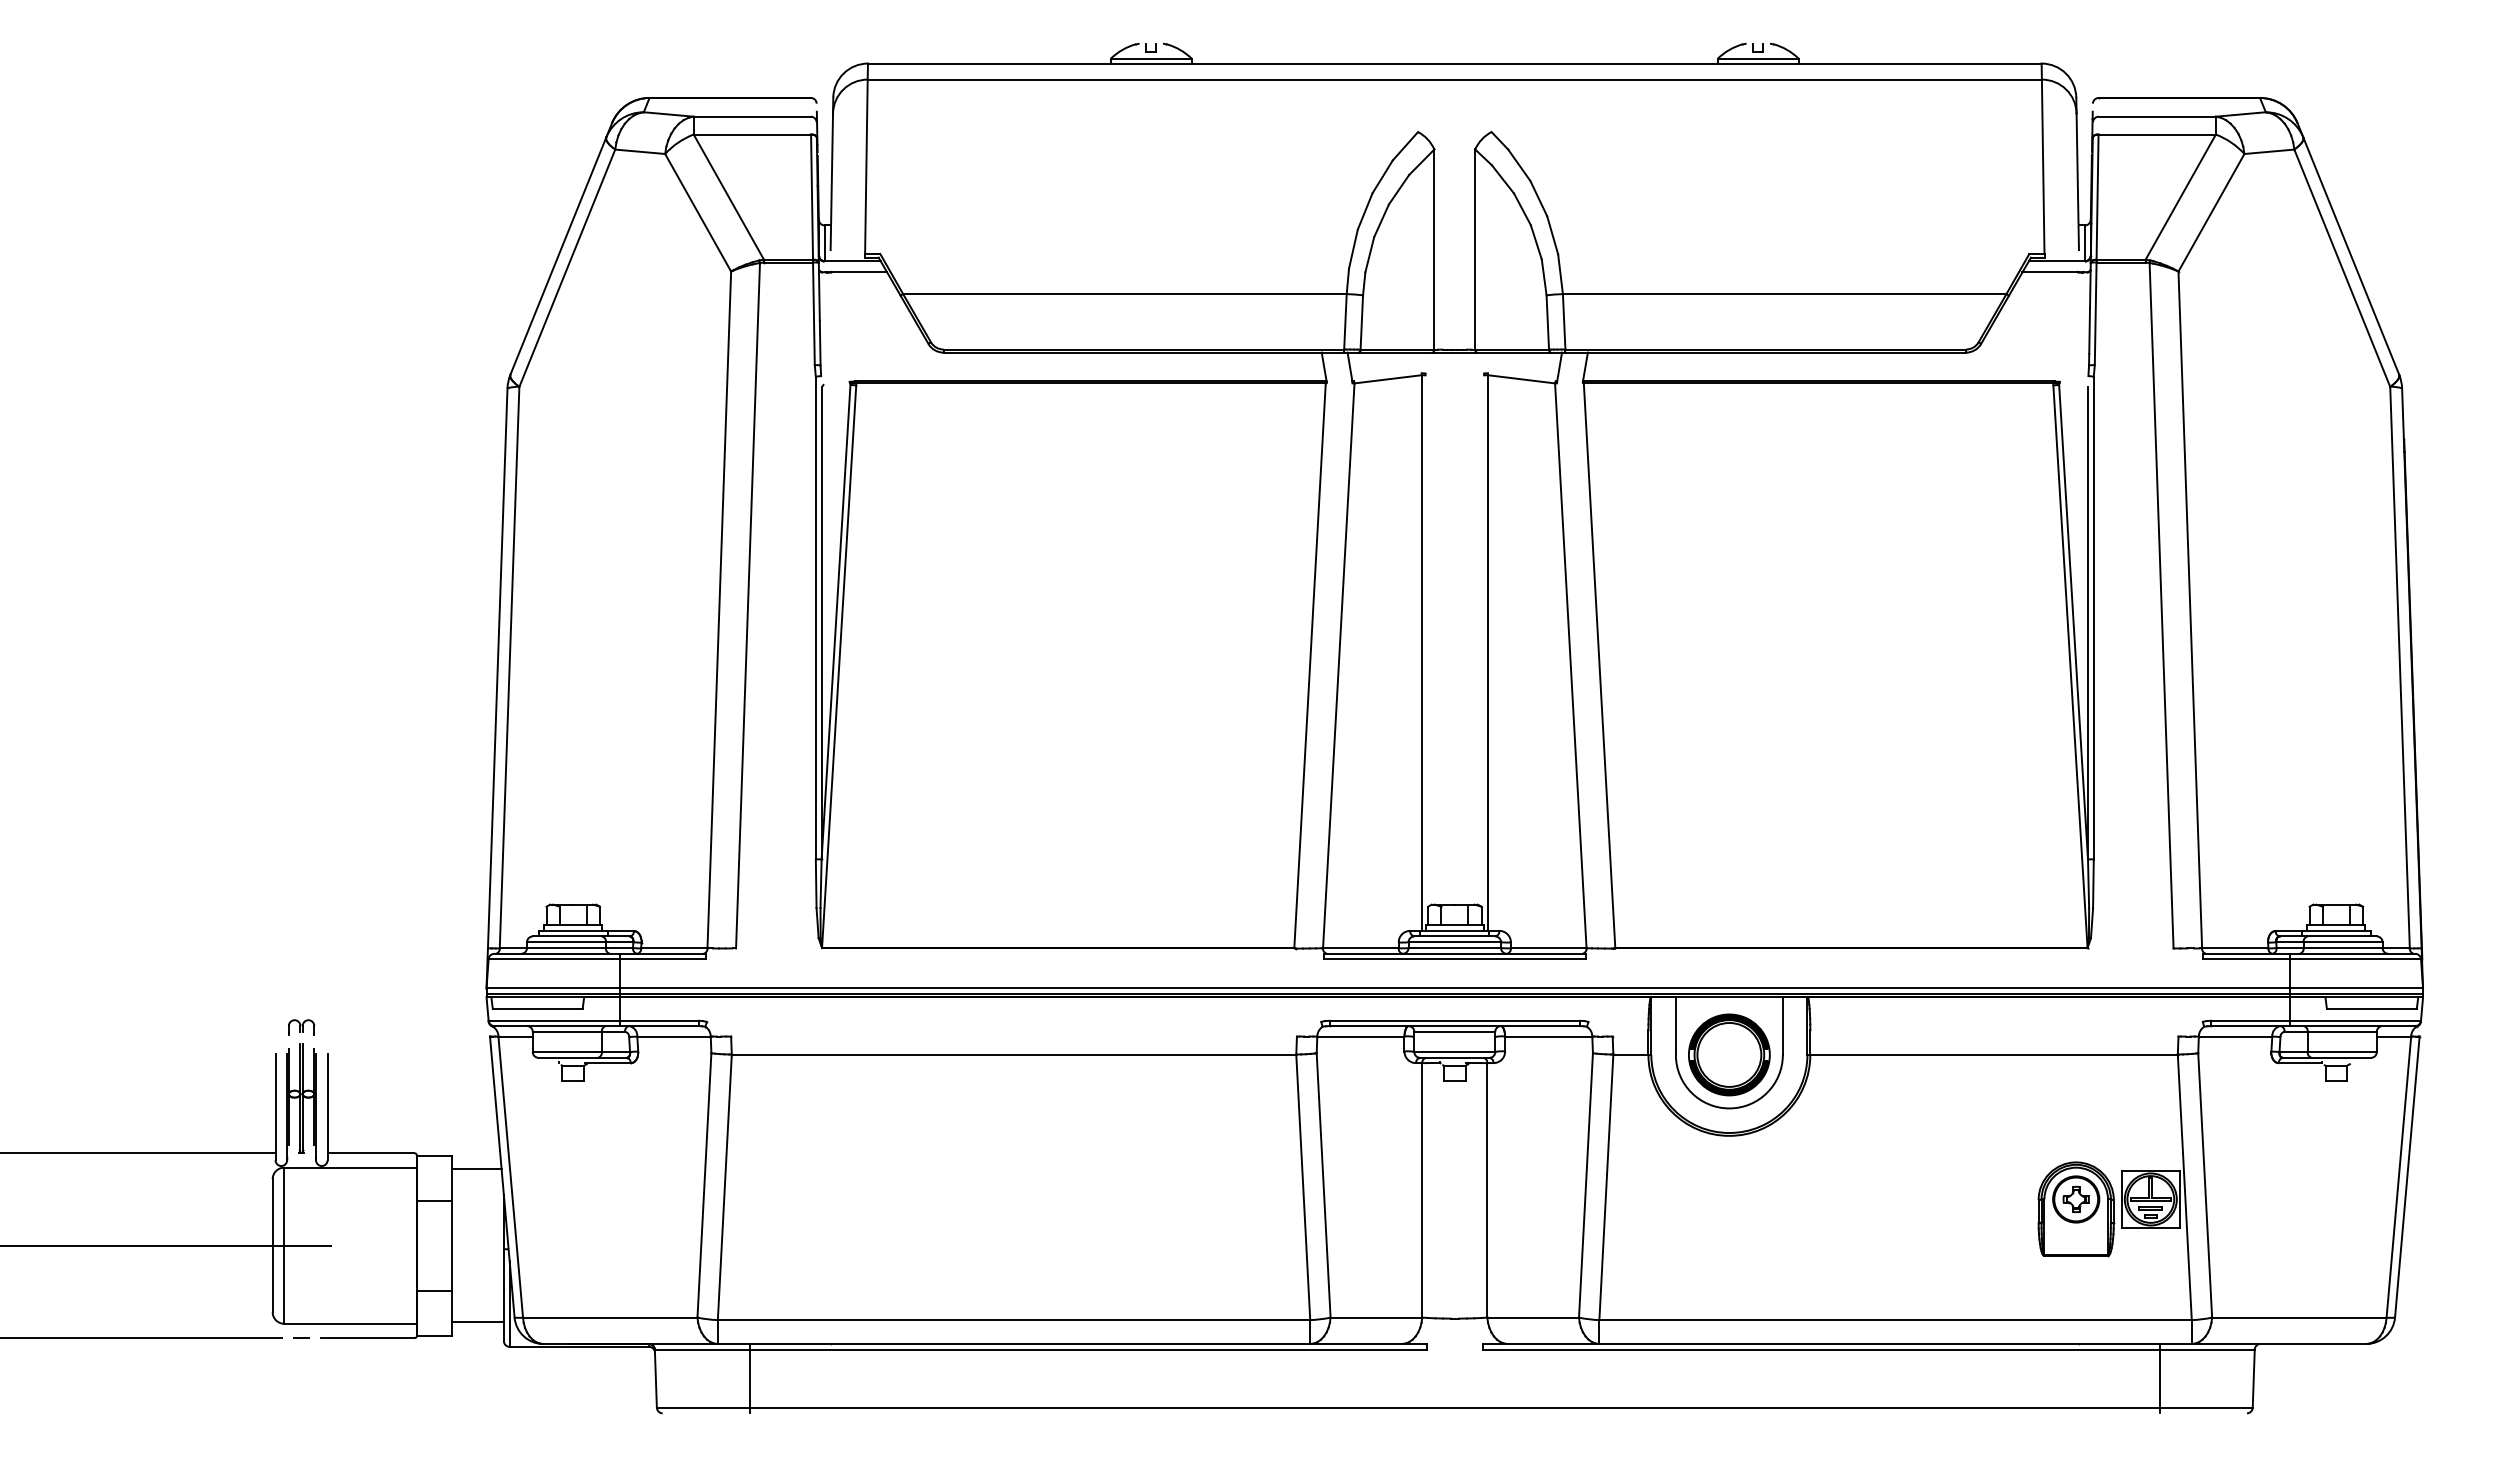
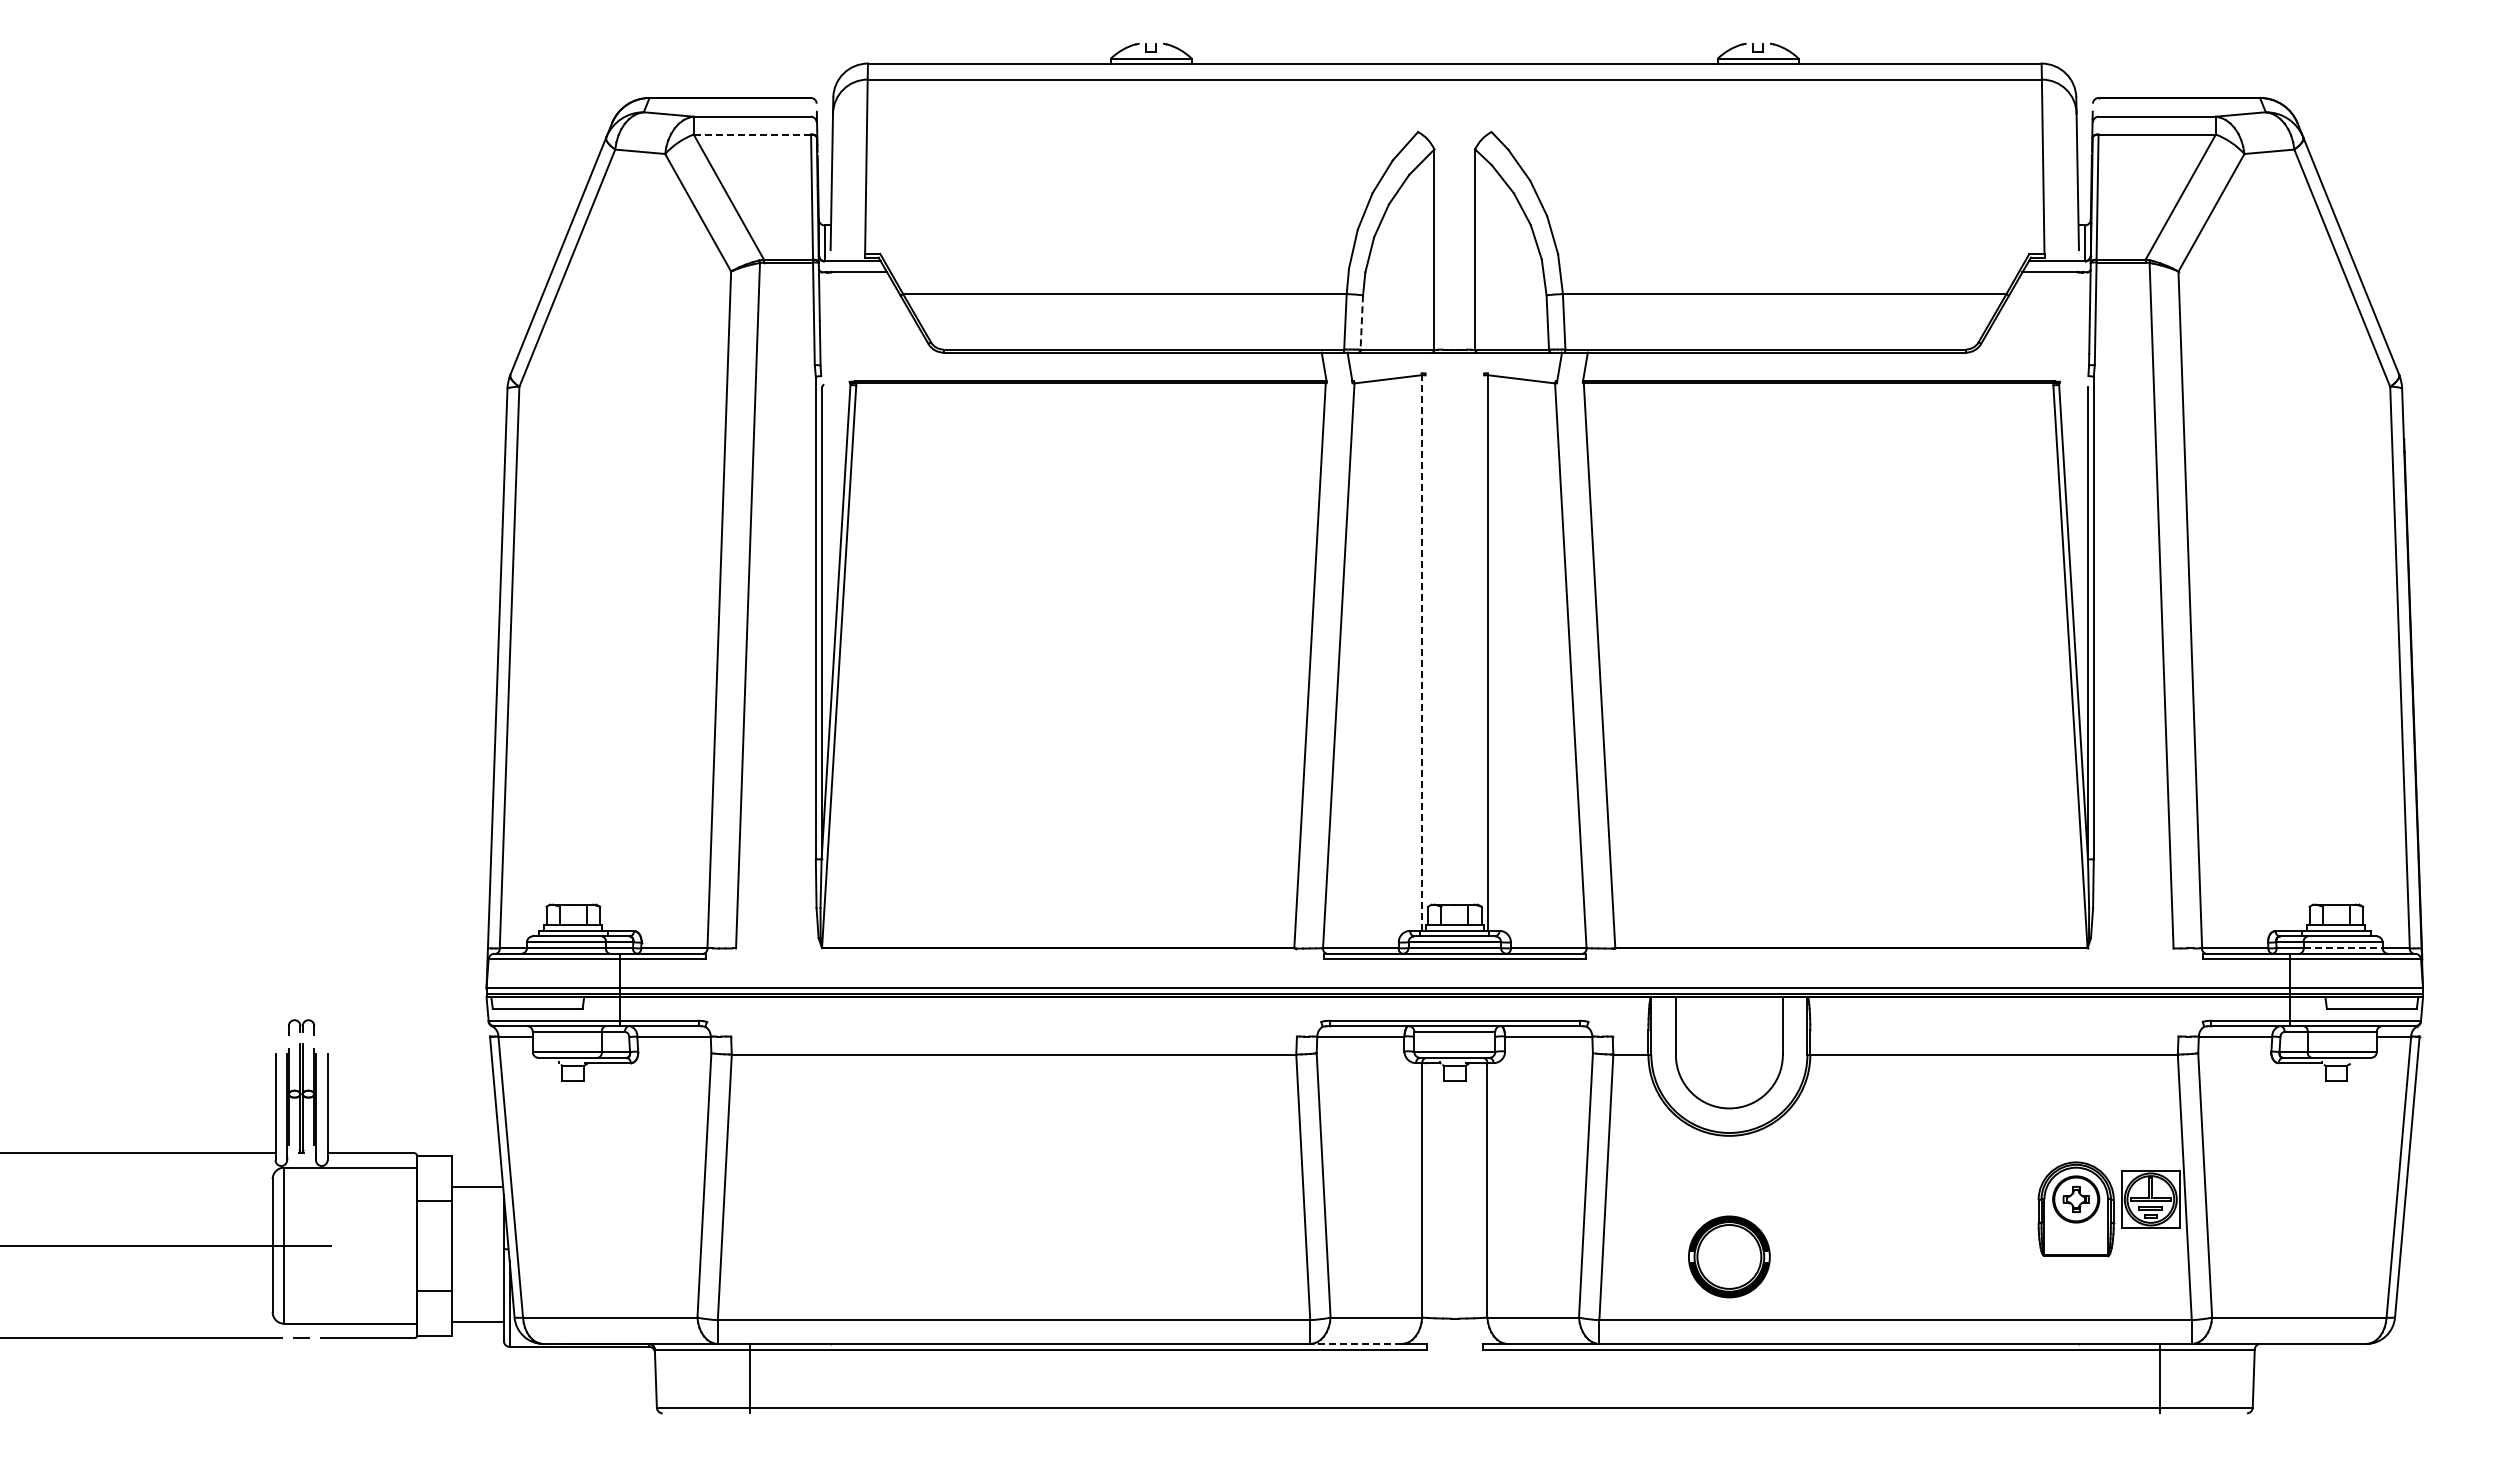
line at (752, 134): solid -> dashed
line at (1361, 322): solid -> dashed
line at (1422, 652): solid -> dashed
line at (2343, 948): solid -> dashed
part at (1729, 1054) position: (1729, 1054) -> (1729, 1256)
line at (476, 1169) position: (476, 1169) -> (476, 1187)
line at (1356, 1343): solid -> dashed
